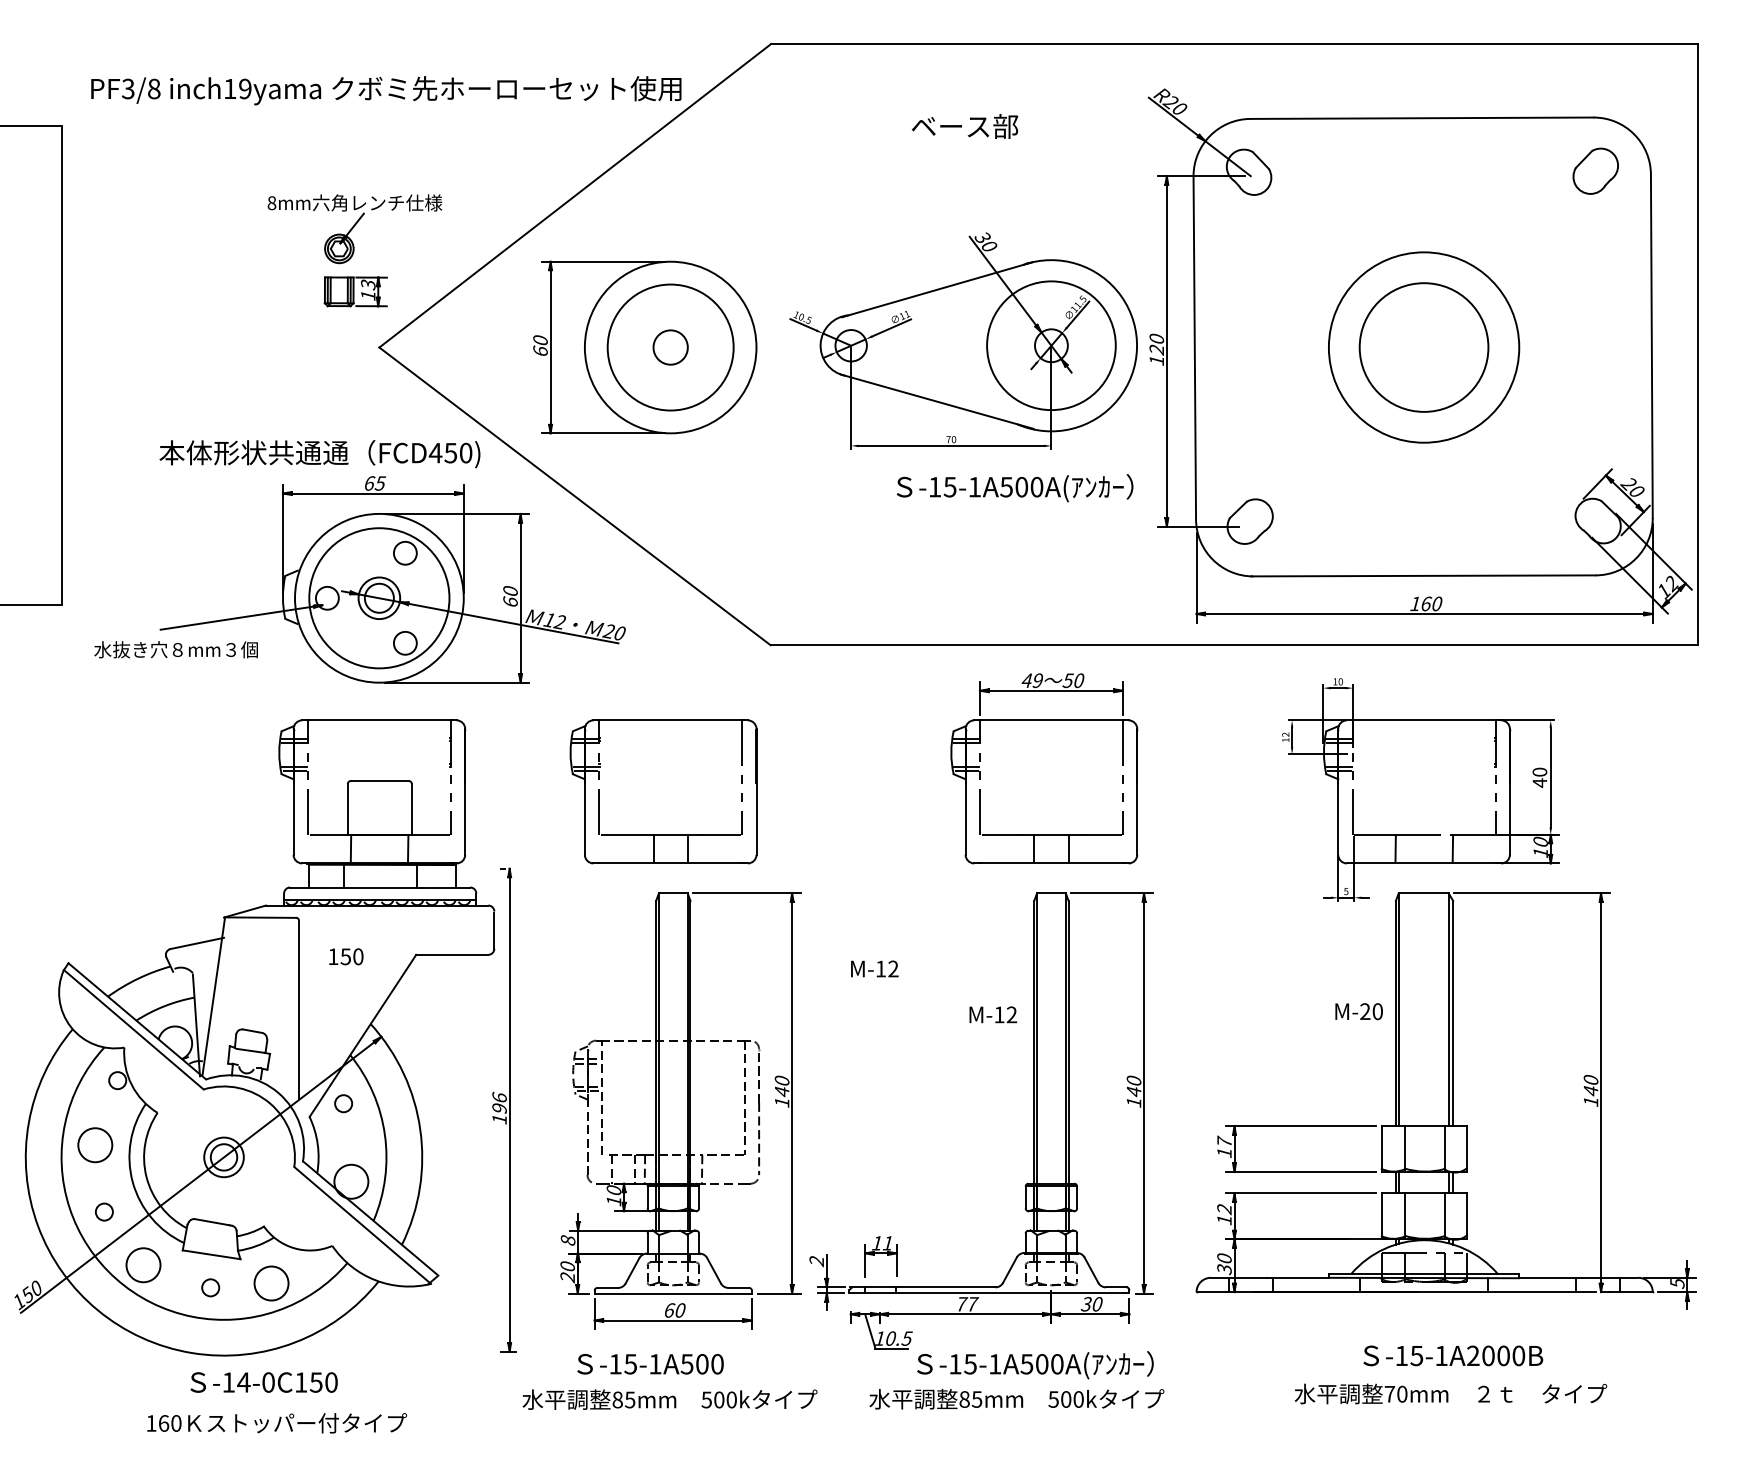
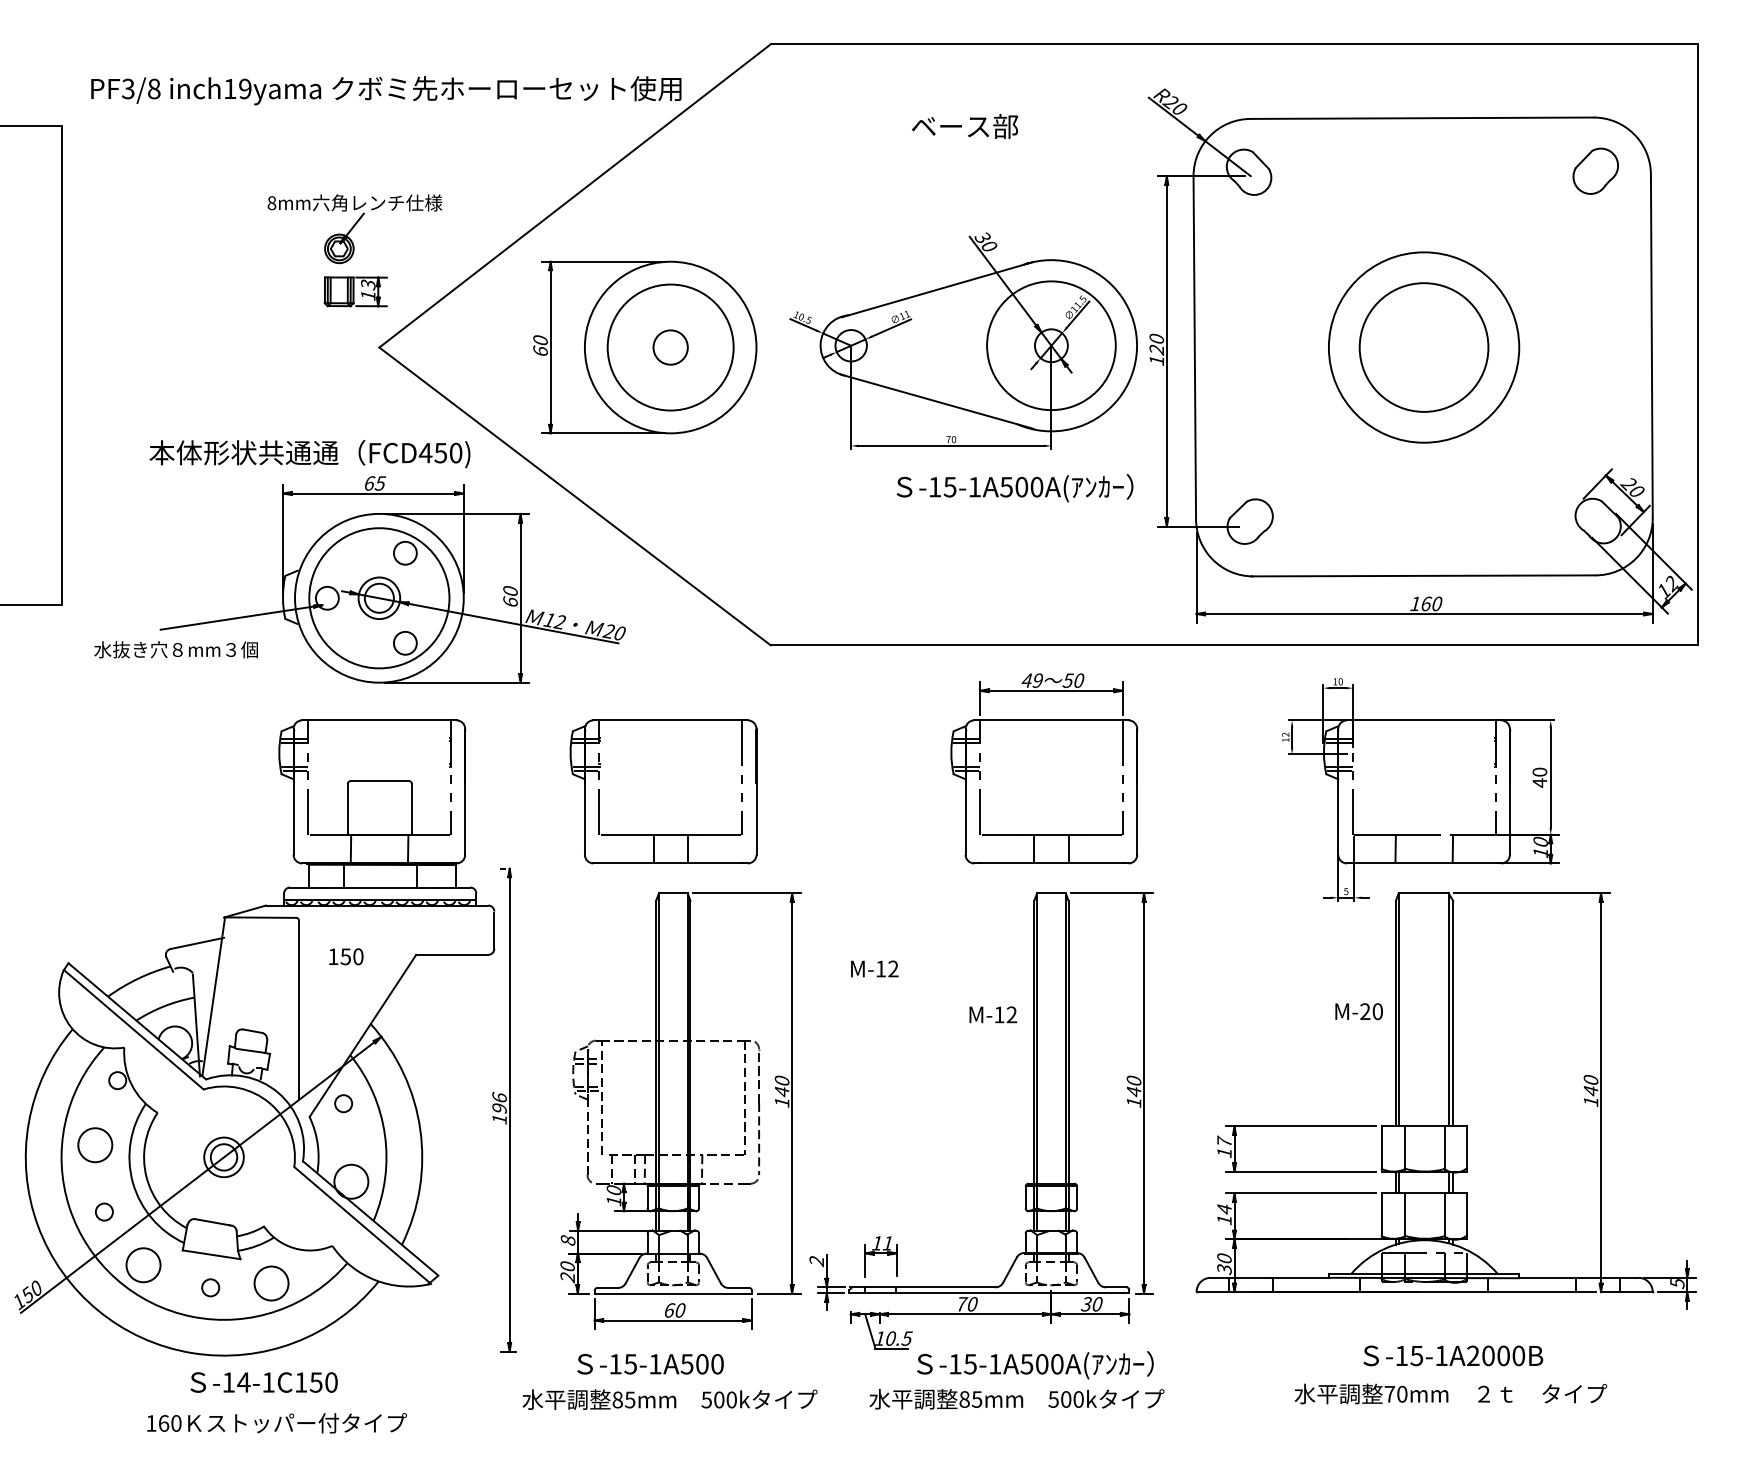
text at (319, 454) position: (319, 454) -> (309, 454)
text at (1224, 1209): 12 -> 14
text at (973, 1304): 77 -> 70
text at (268, 1382): -14-0C150 -> -14-1C150
